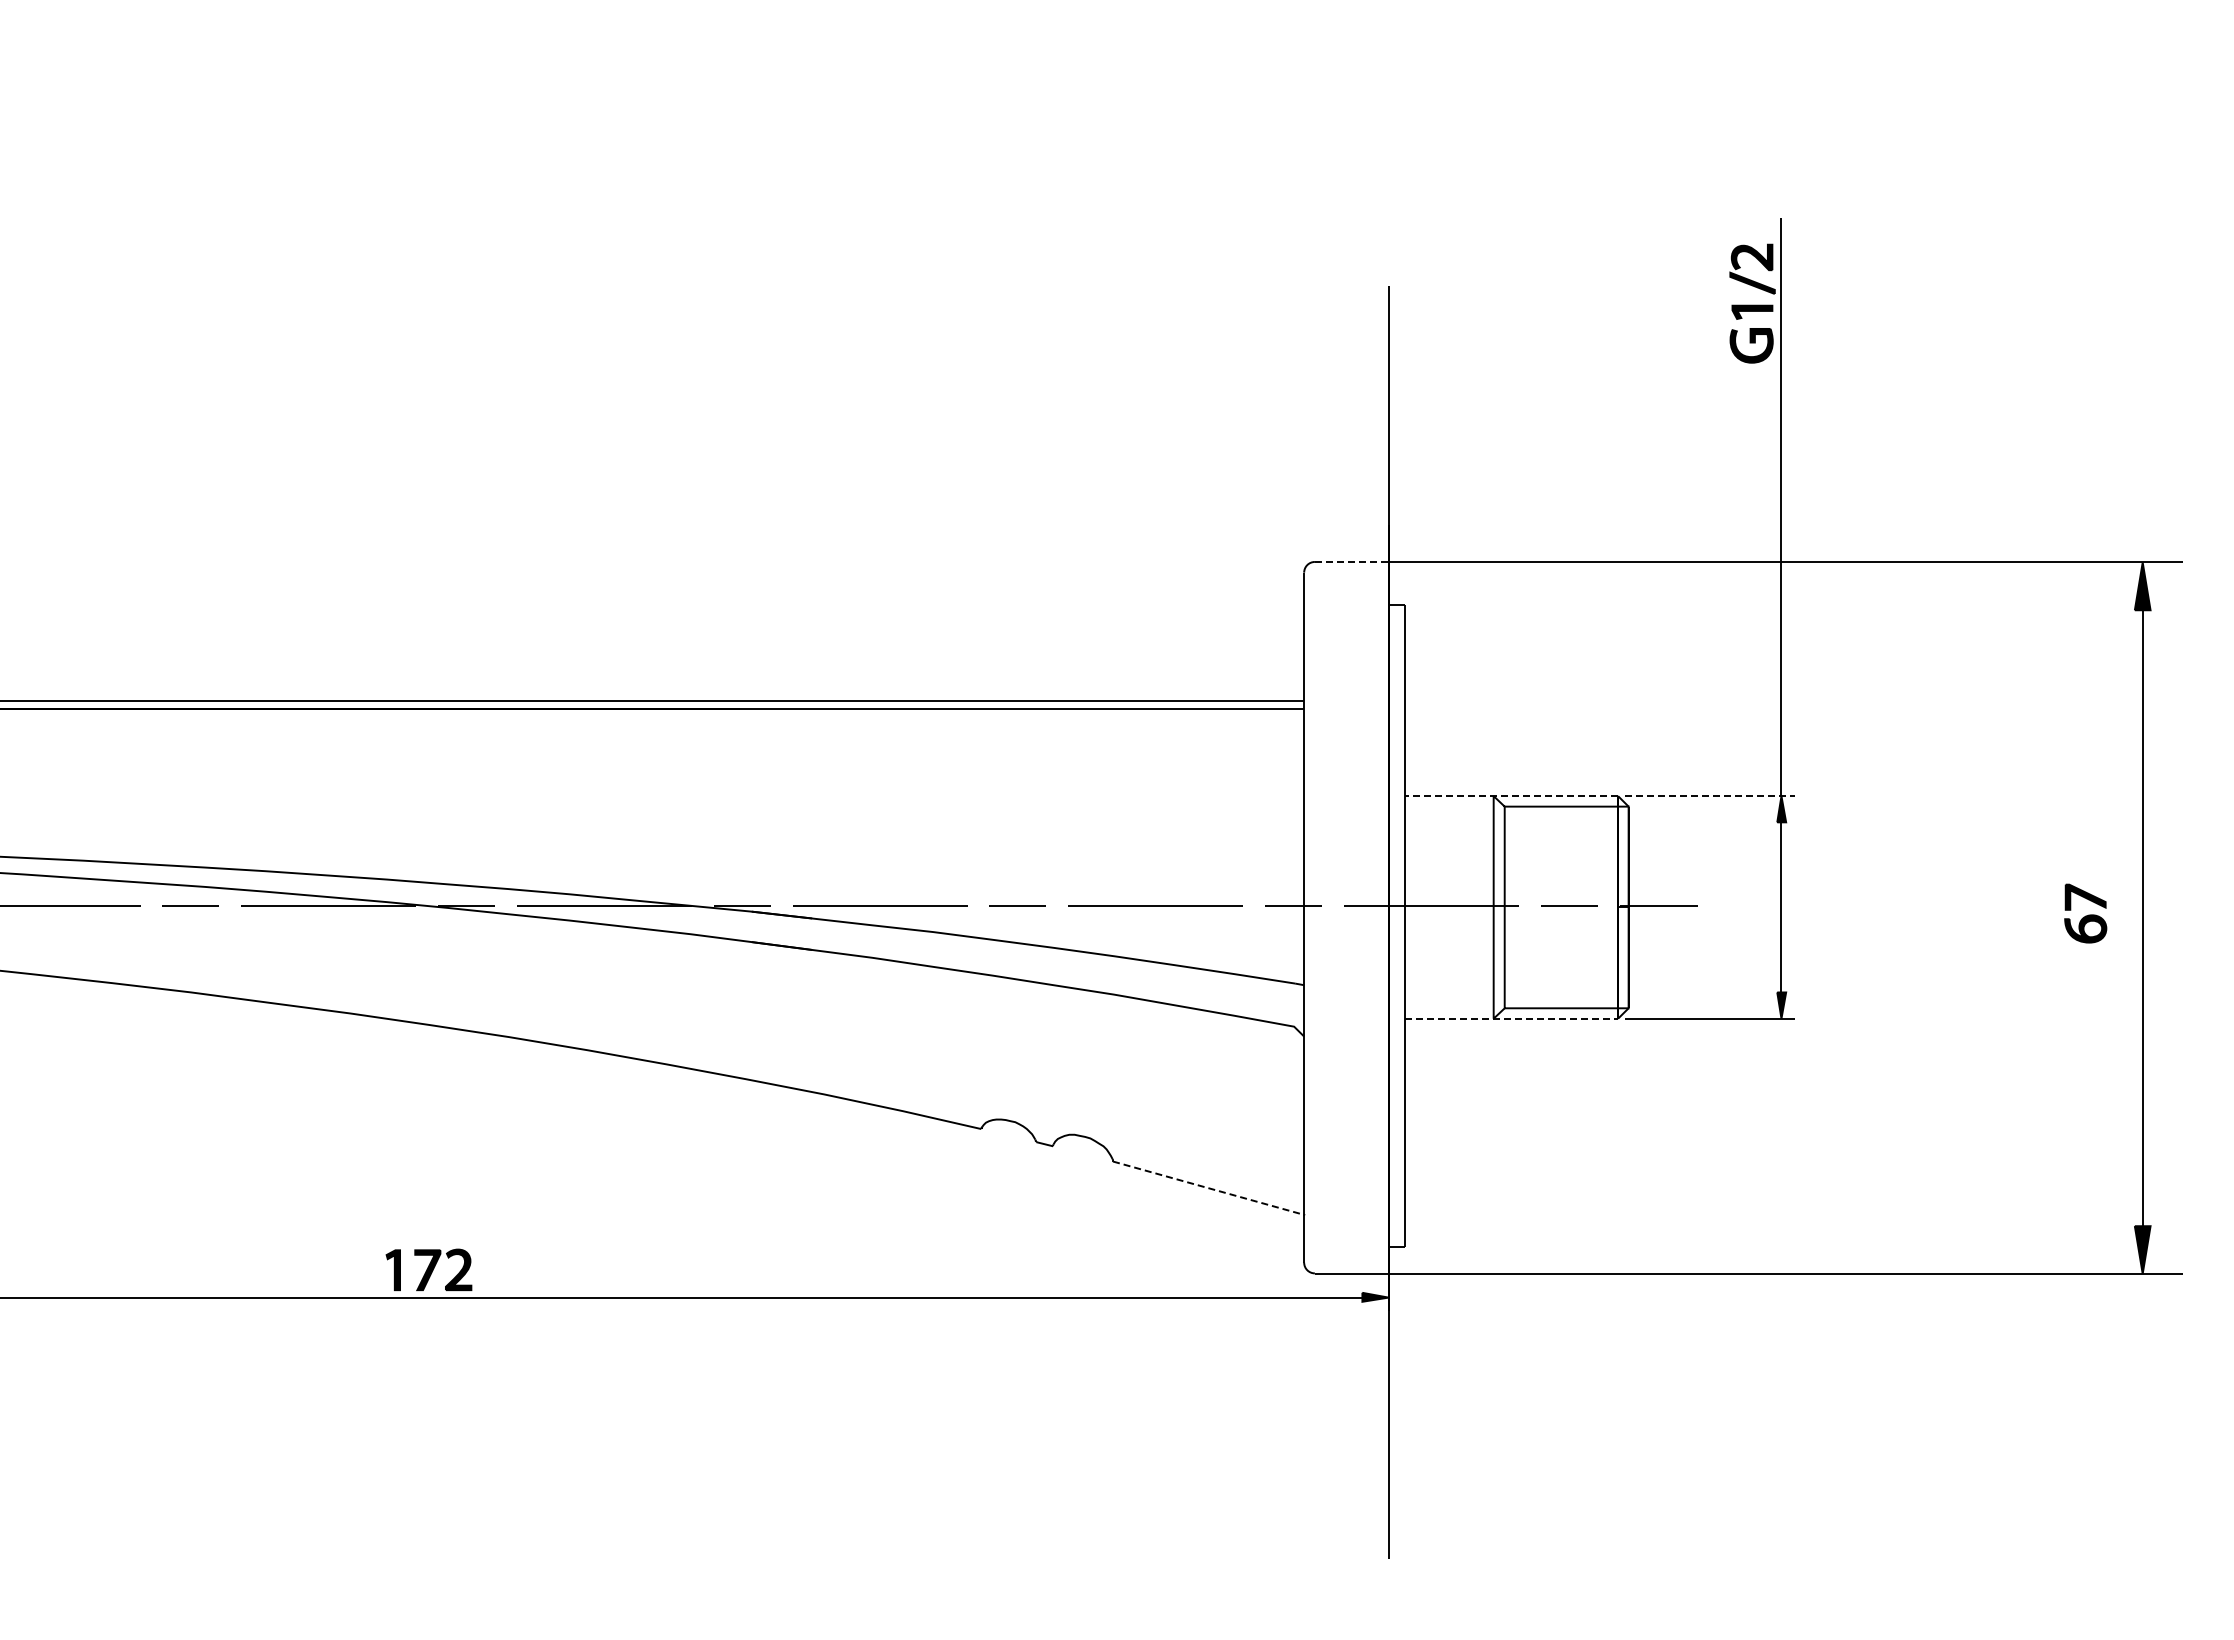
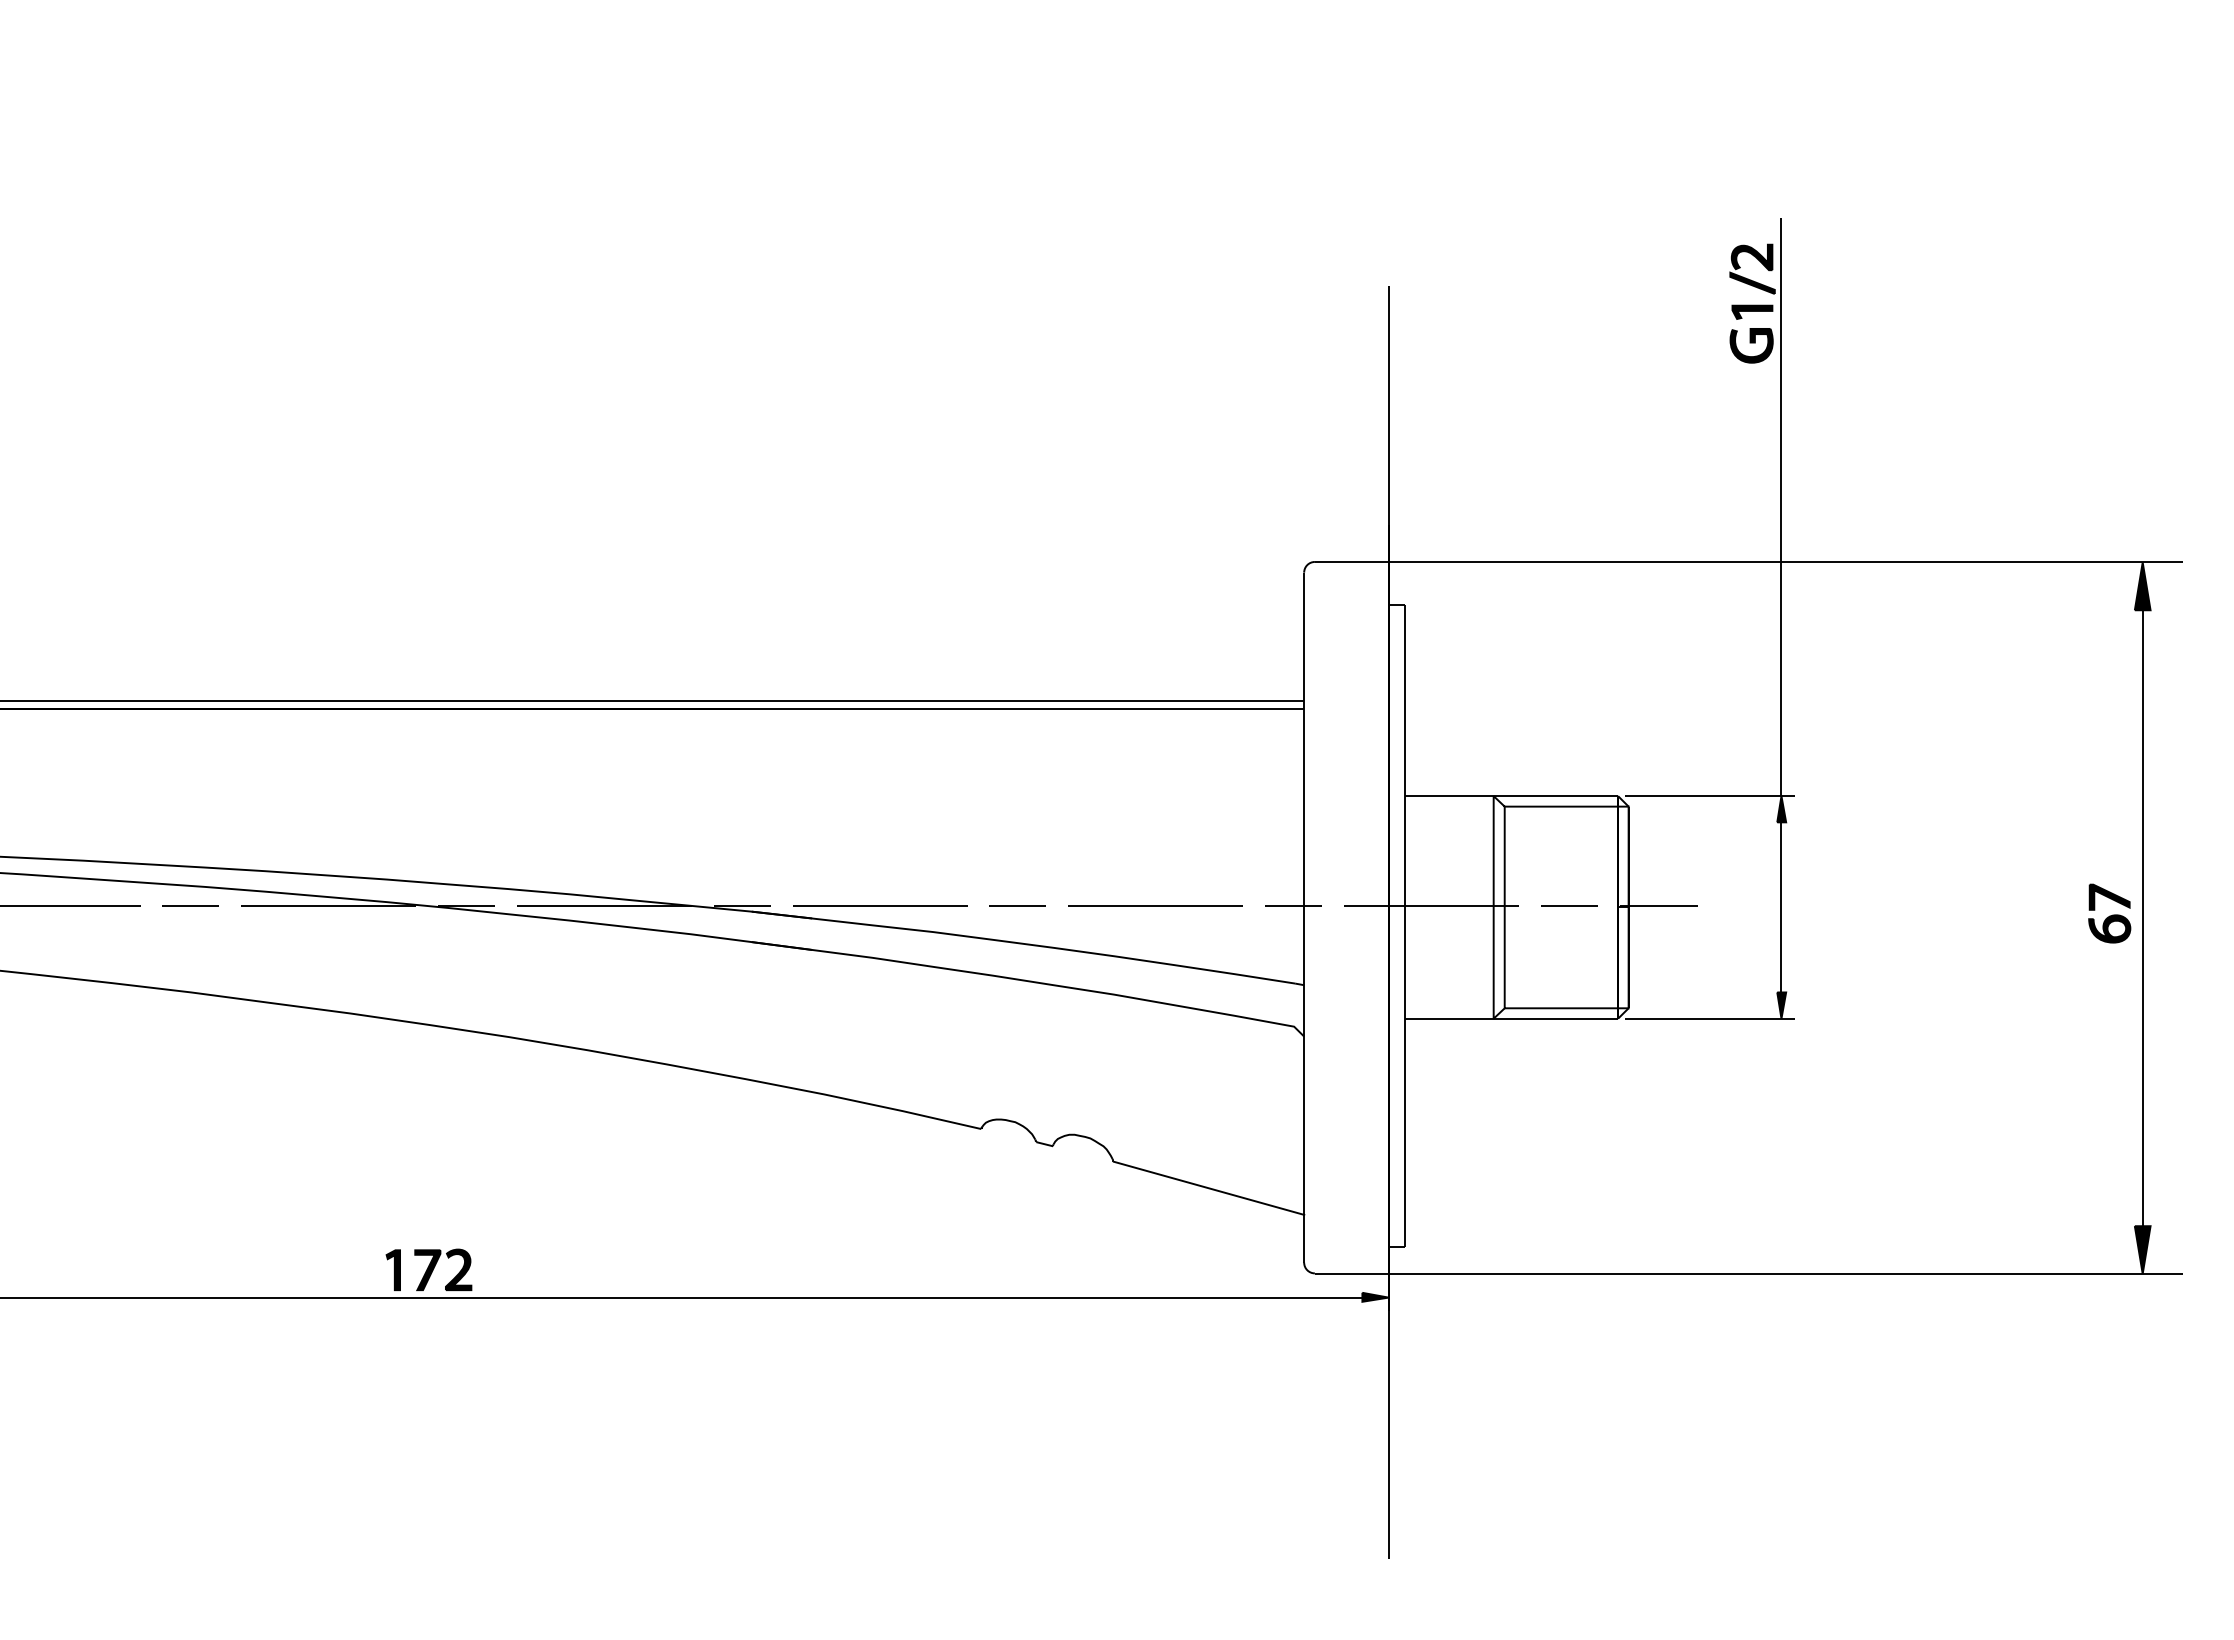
line at (1352, 562): dashed -> solid
line at (1511, 796): dashed -> solid
line at (1710, 796): dashed -> solid
part at (2085, 913) position: (2085, 913) -> (2109, 913)
line at (1511, 1018): dashed -> solid
line at (1209, 1188): dashed -> solid
